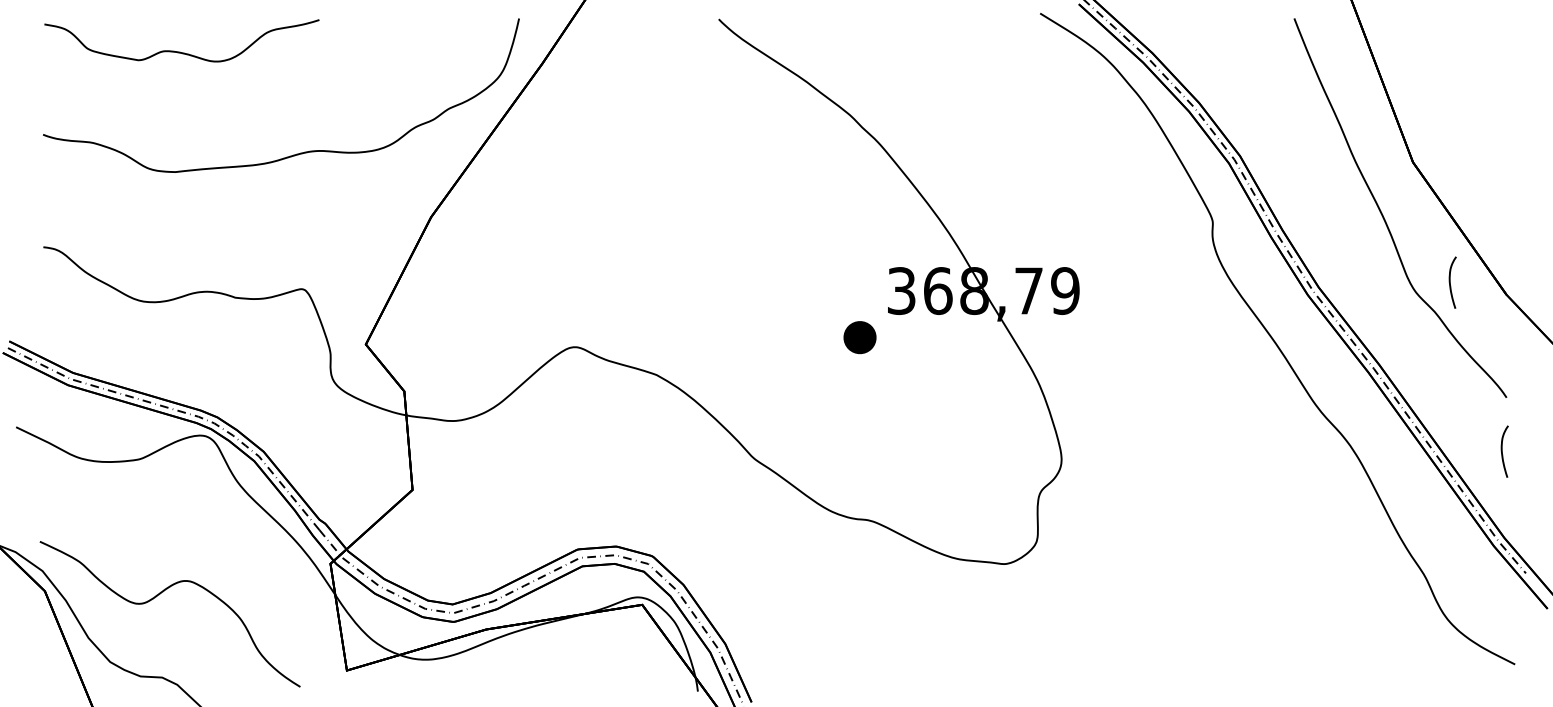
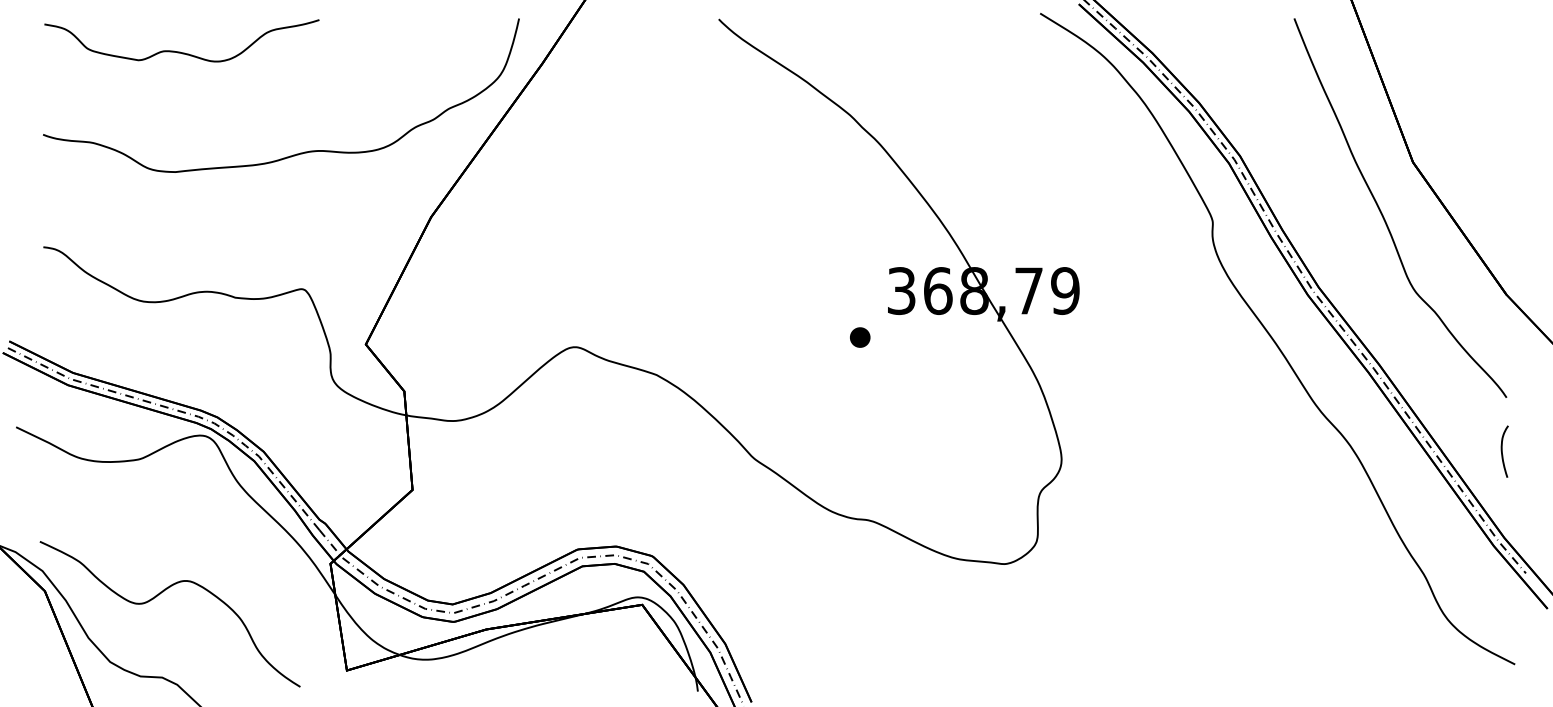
curve at (1450, 282): present -> none
part at (859, 337) size: 34x34 px -> 21x21 px
